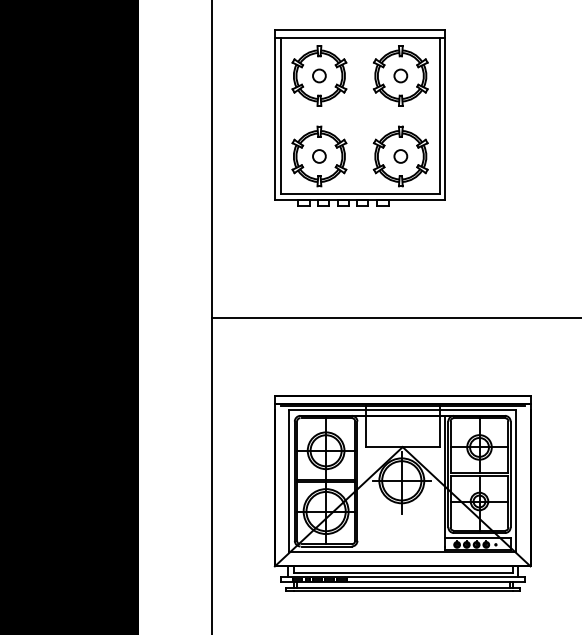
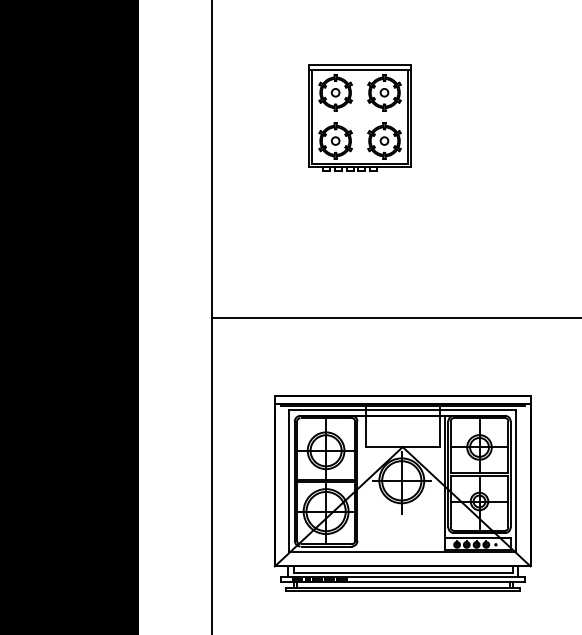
part at (359, 117) size: 172x178 px -> 104x108 px
